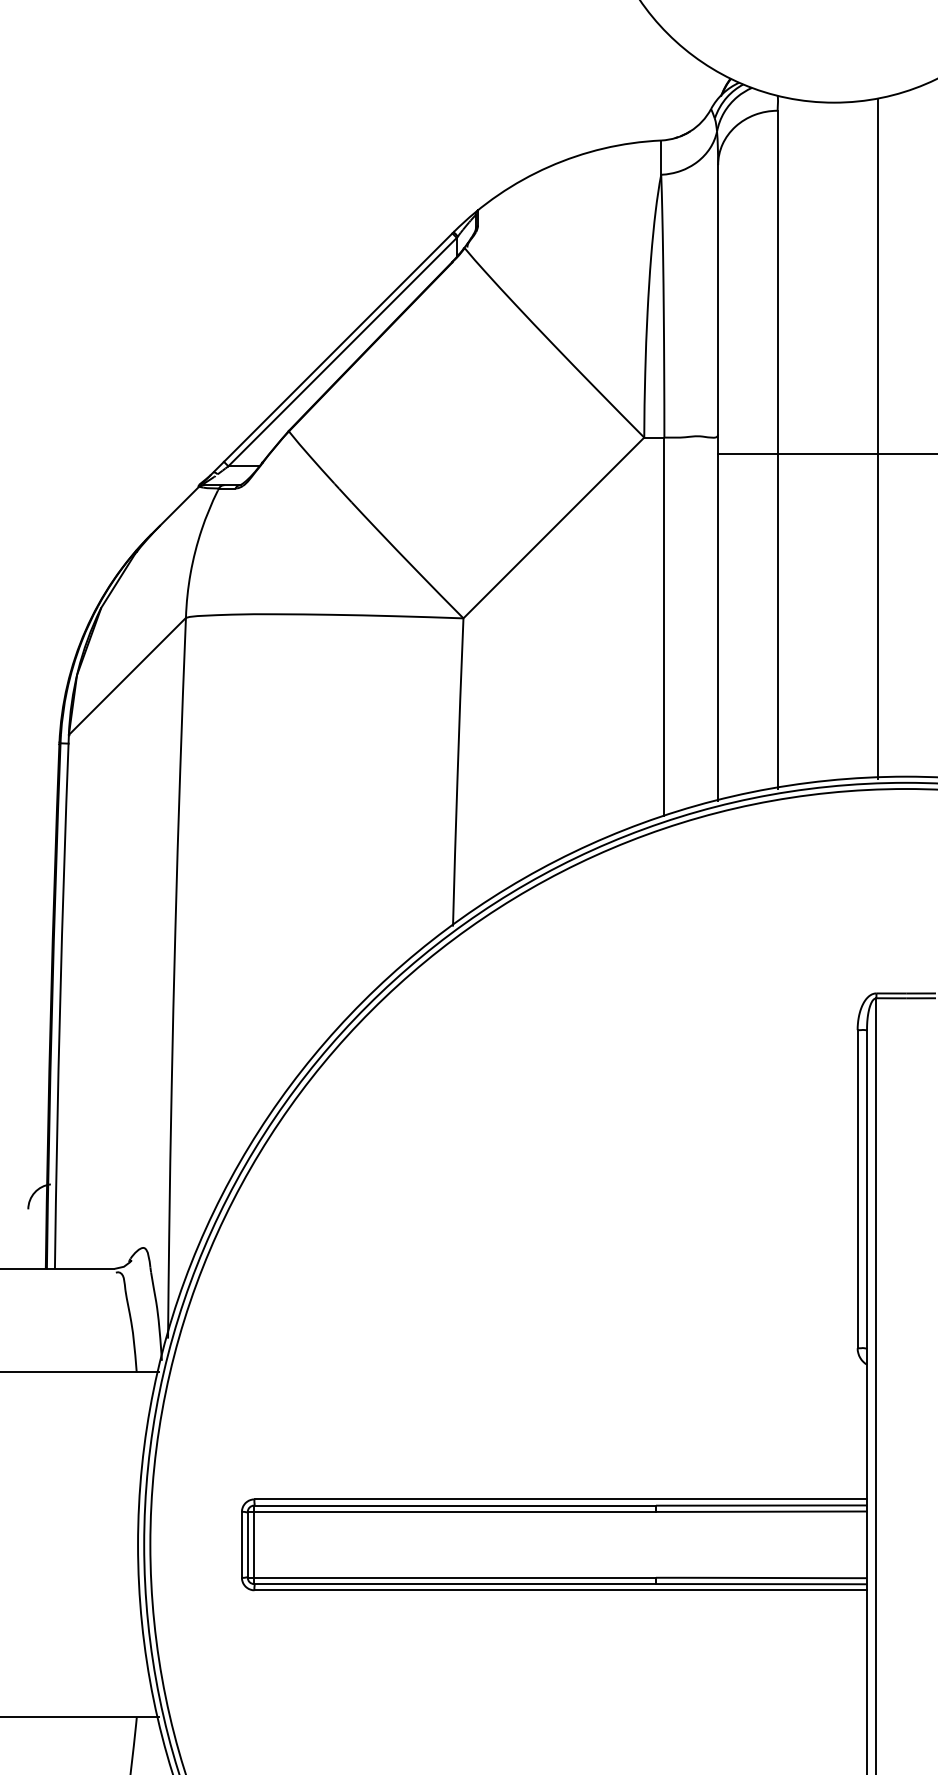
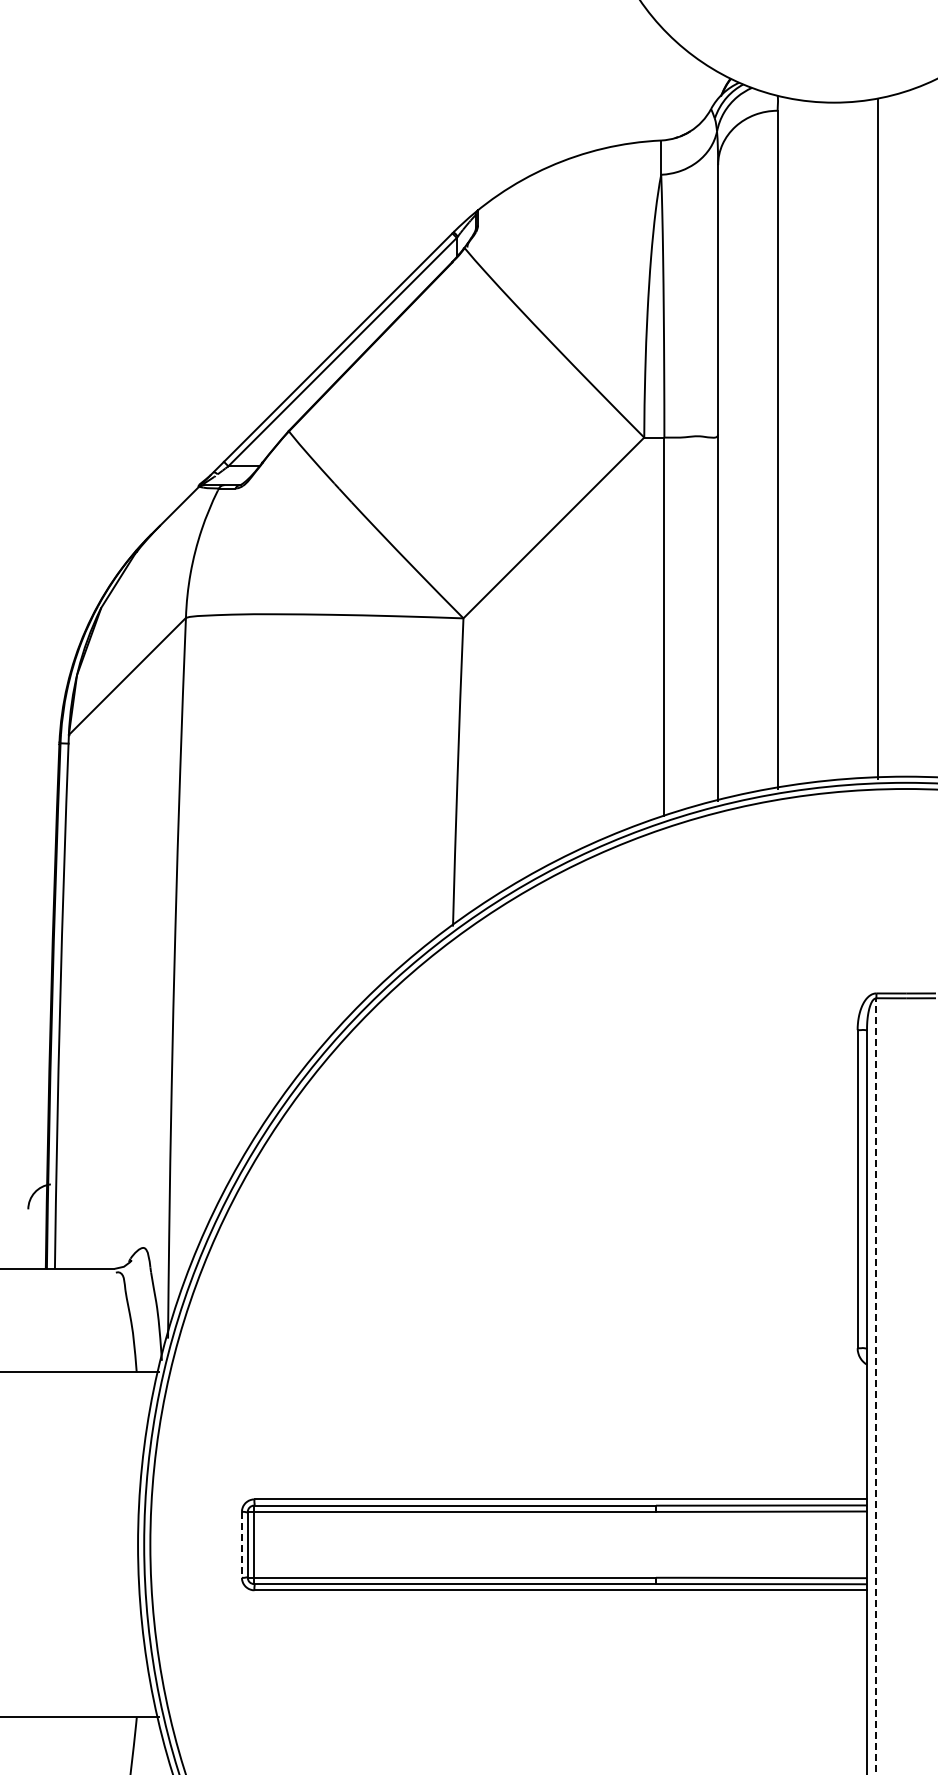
line at (826, 453): present -> none
line at (876, 1385): solid -> dashed
line at (241, 1544): solid -> dashed
